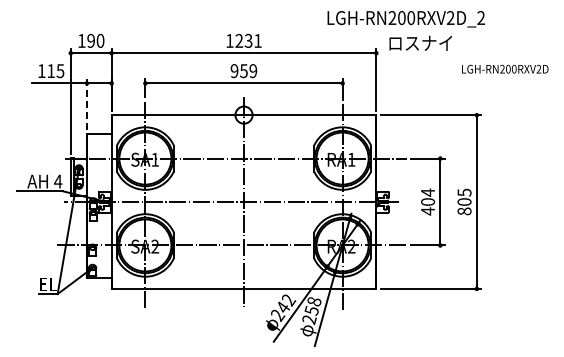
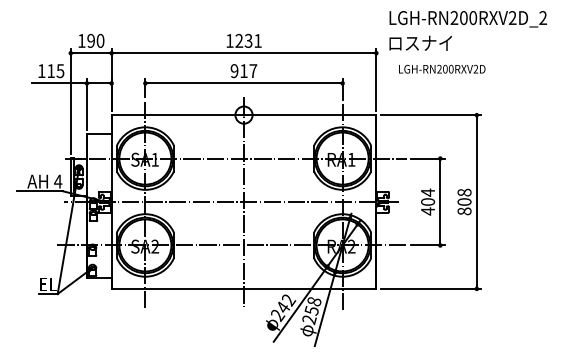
text at (405, 19) position: (405, 19) -> (467, 19)
text at (505, 68) position: (505, 68) -> (442, 68)
text at (248, 71): 959 -> 917
line at (86, 103): dashed -> solid
text at (464, 192): 805 -> 808
